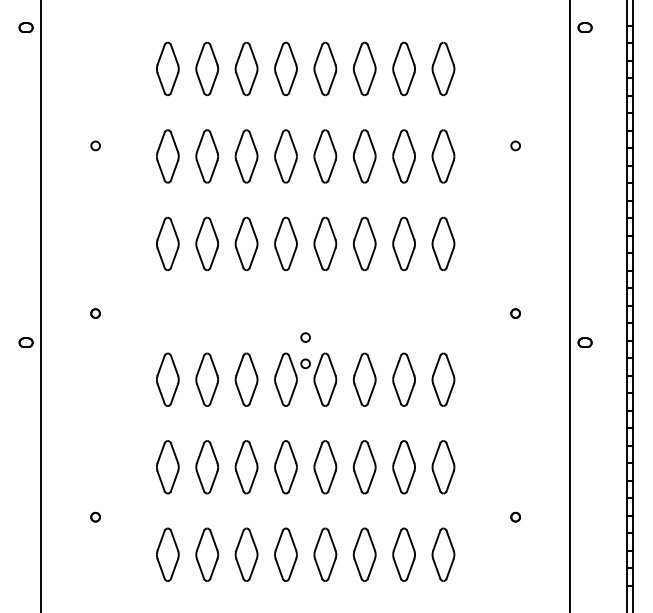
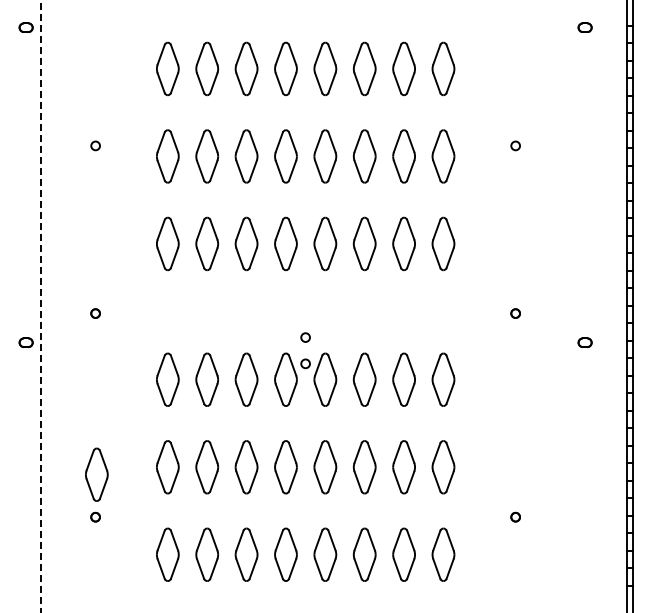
line at (569, 305): present -> none
line at (40, 306): solid -> dashed
part at (96, 474): none -> present
